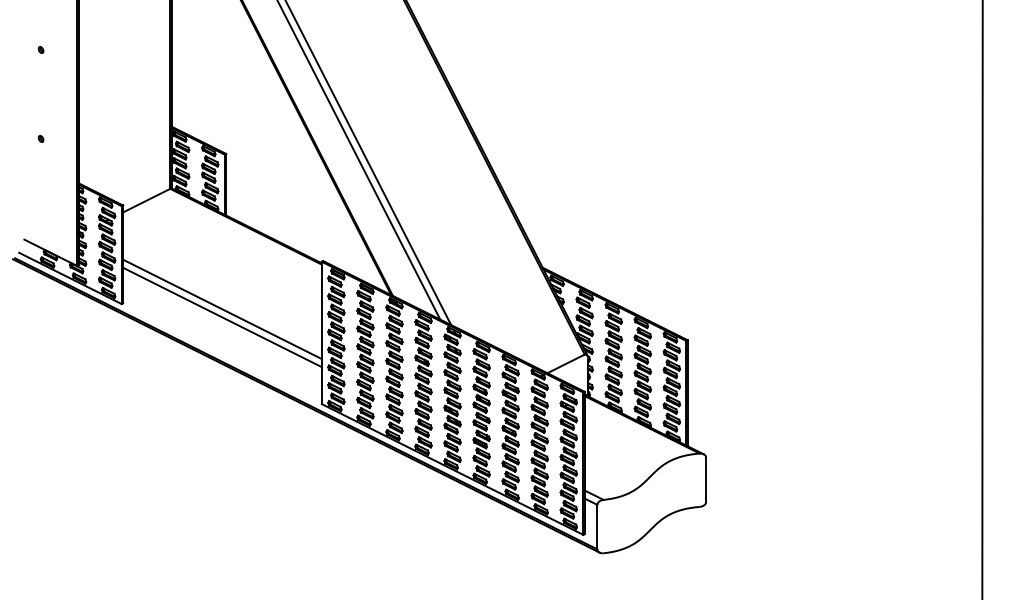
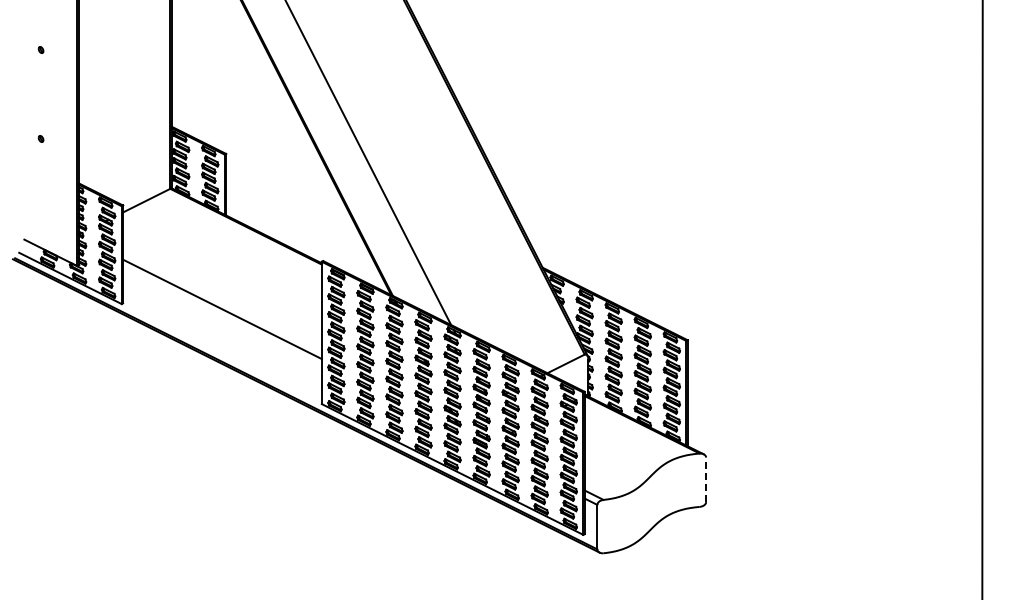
line at (359, 160): present -> none
line at (222, 317): present -> none
line at (706, 479): solid -> dashed
